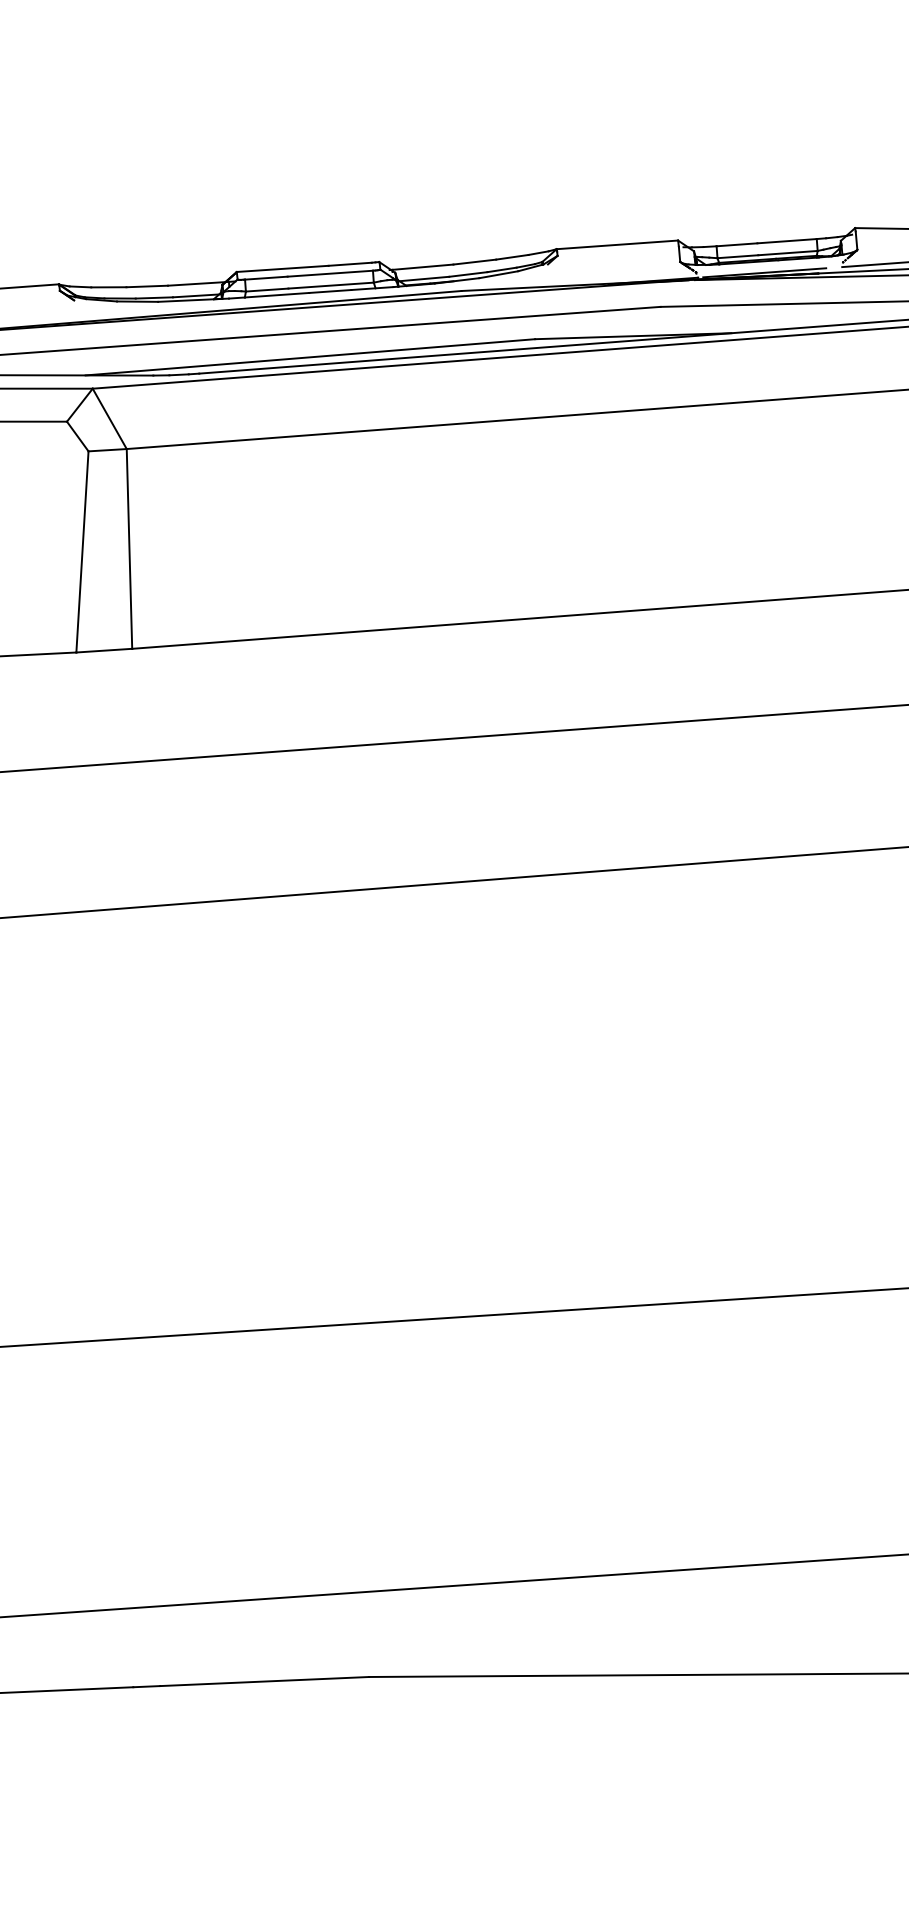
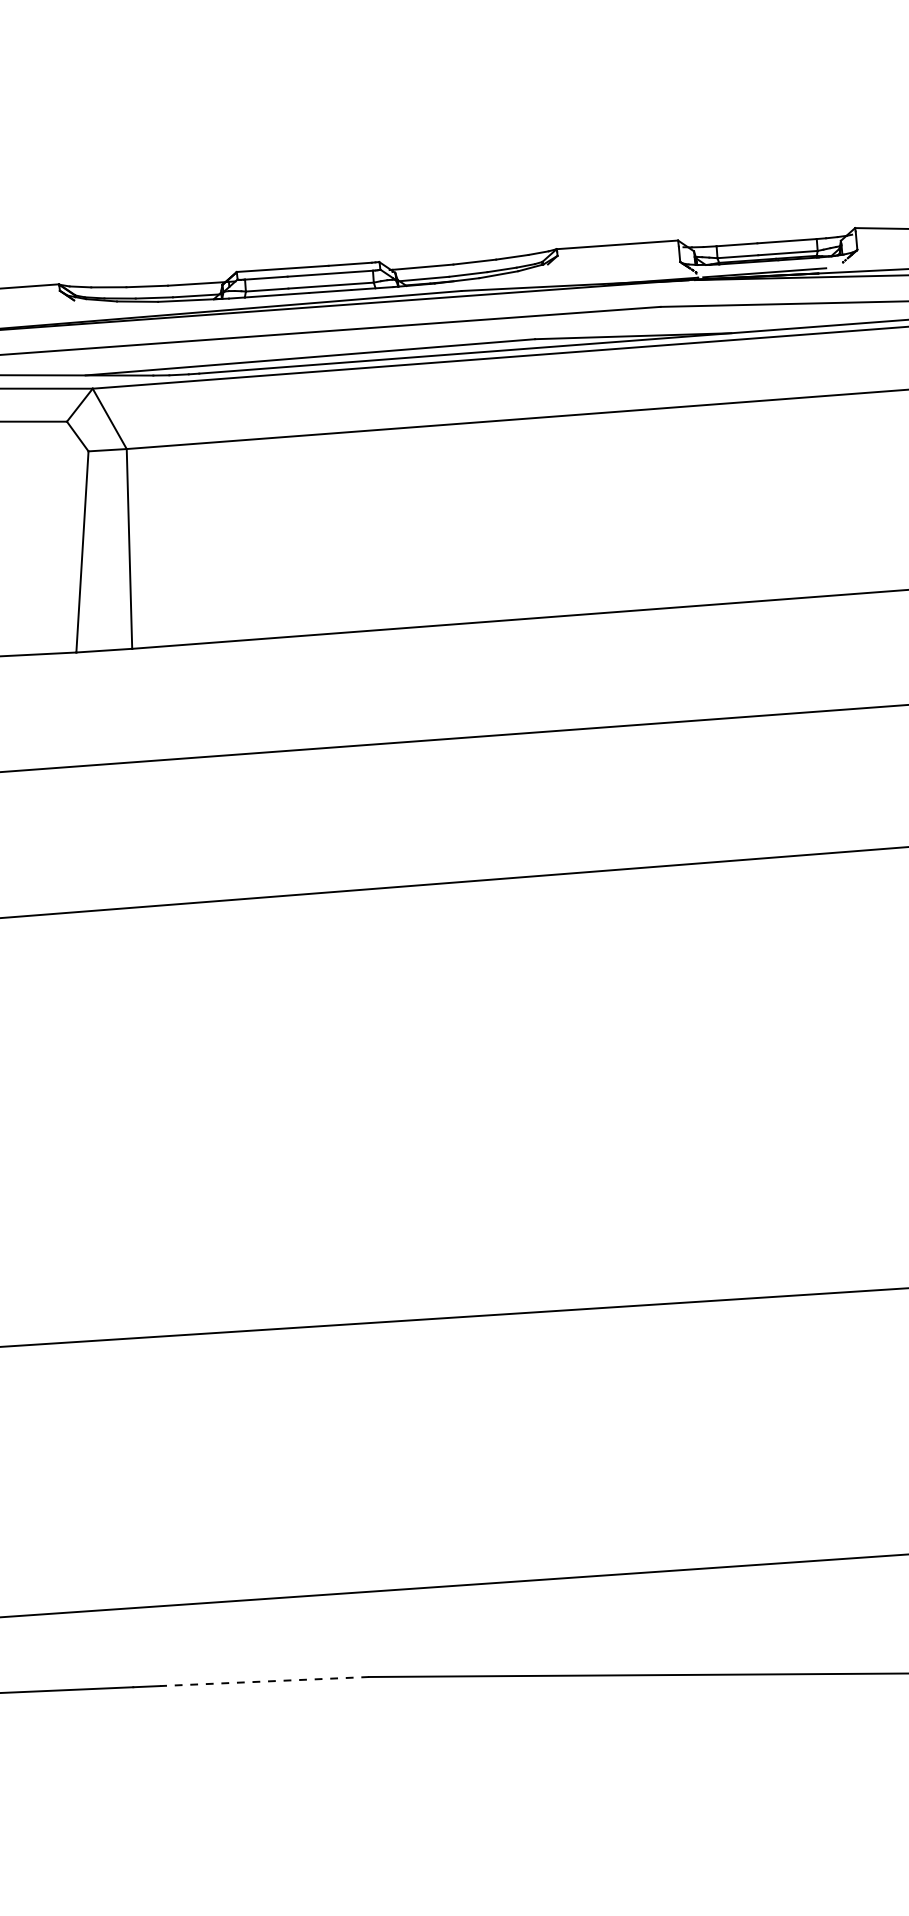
line at (873, 264): present -> none
line at (264, 1681): solid -> dashed
